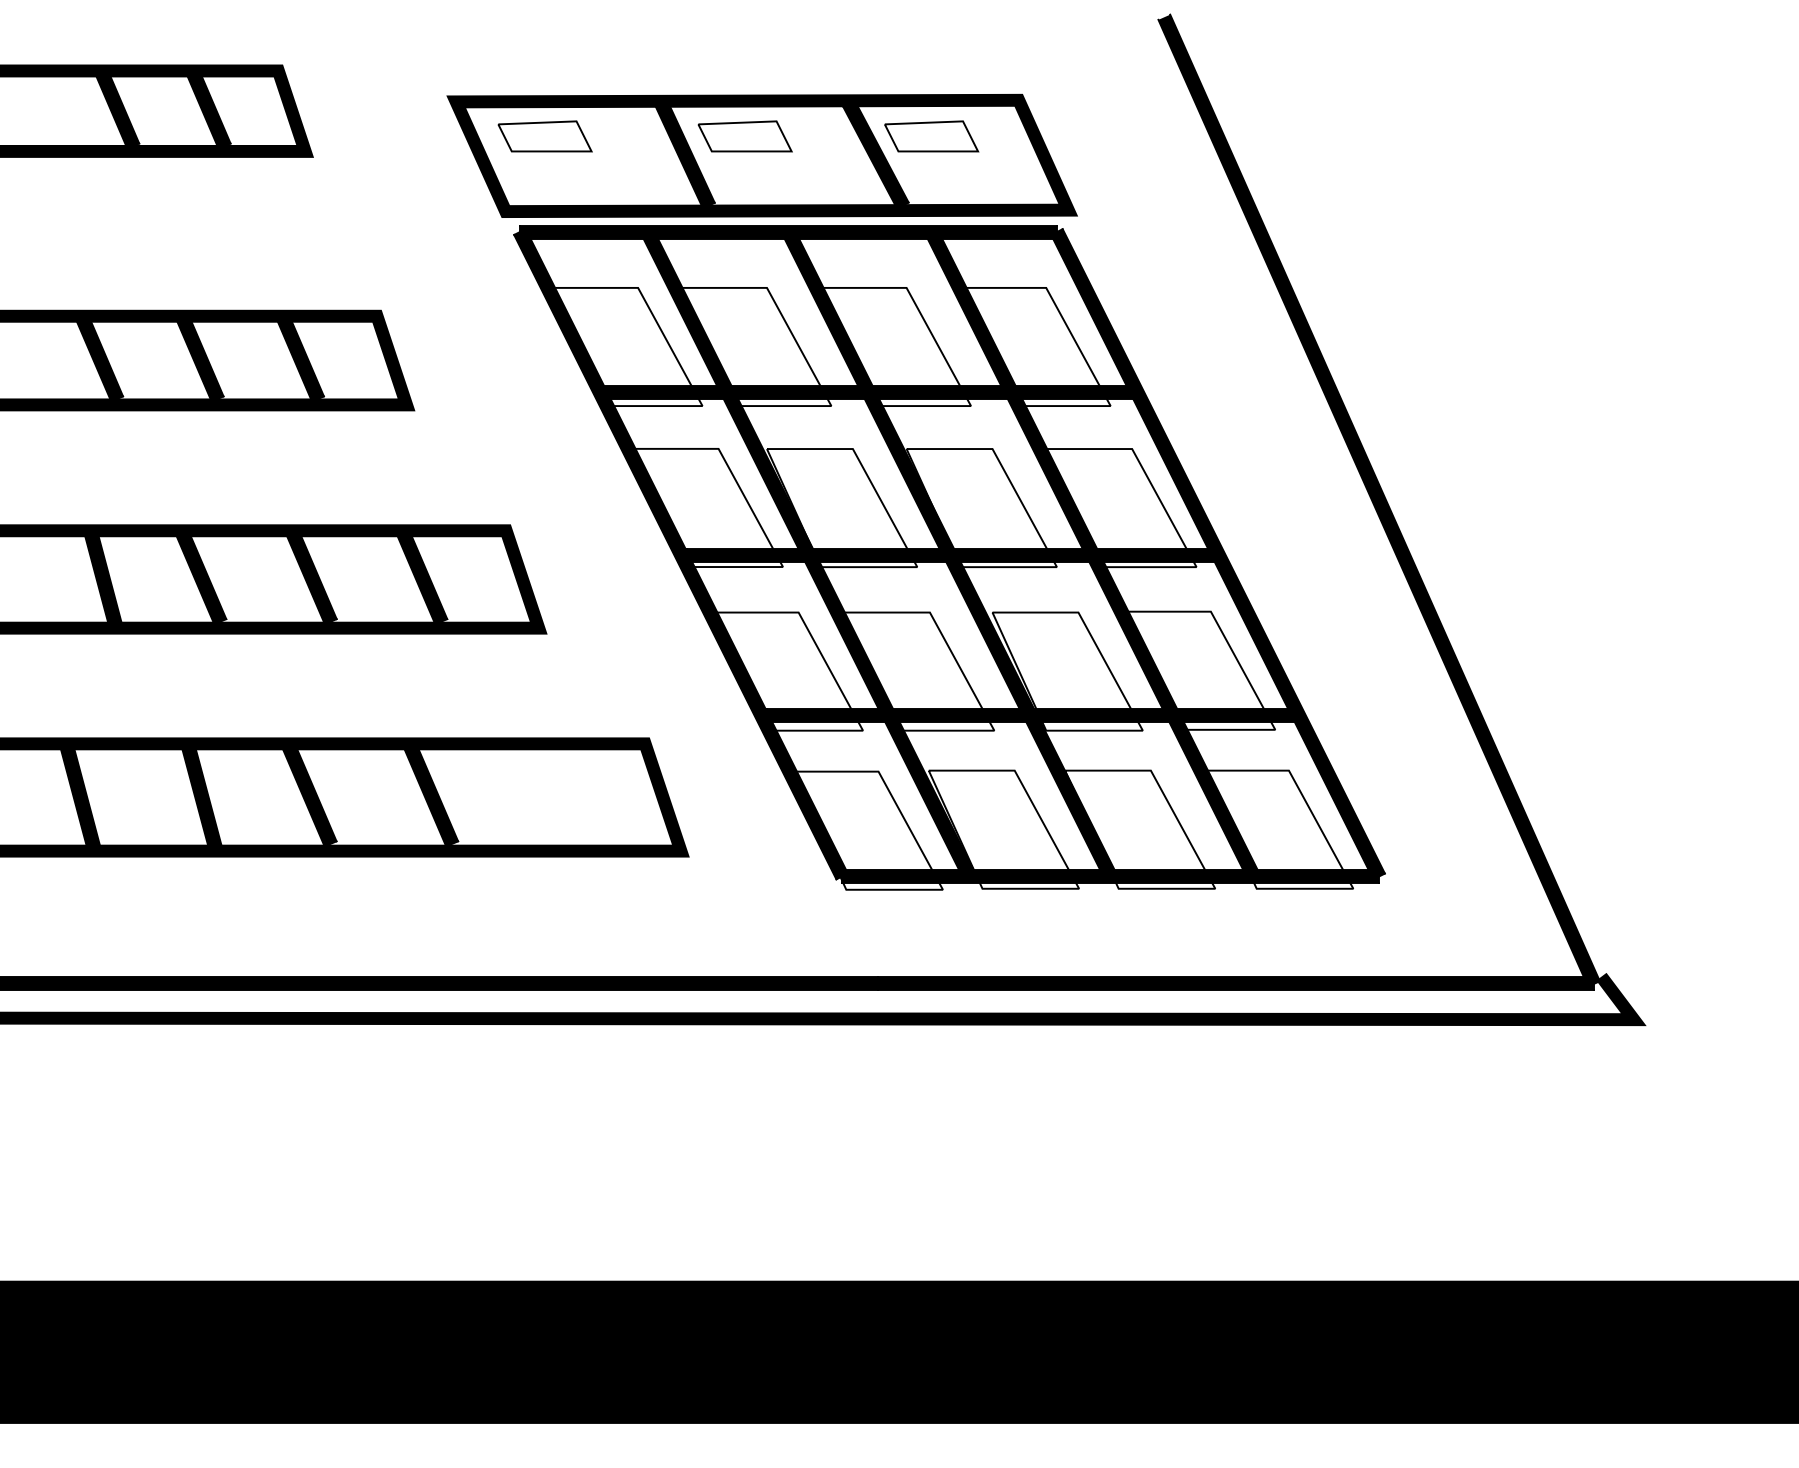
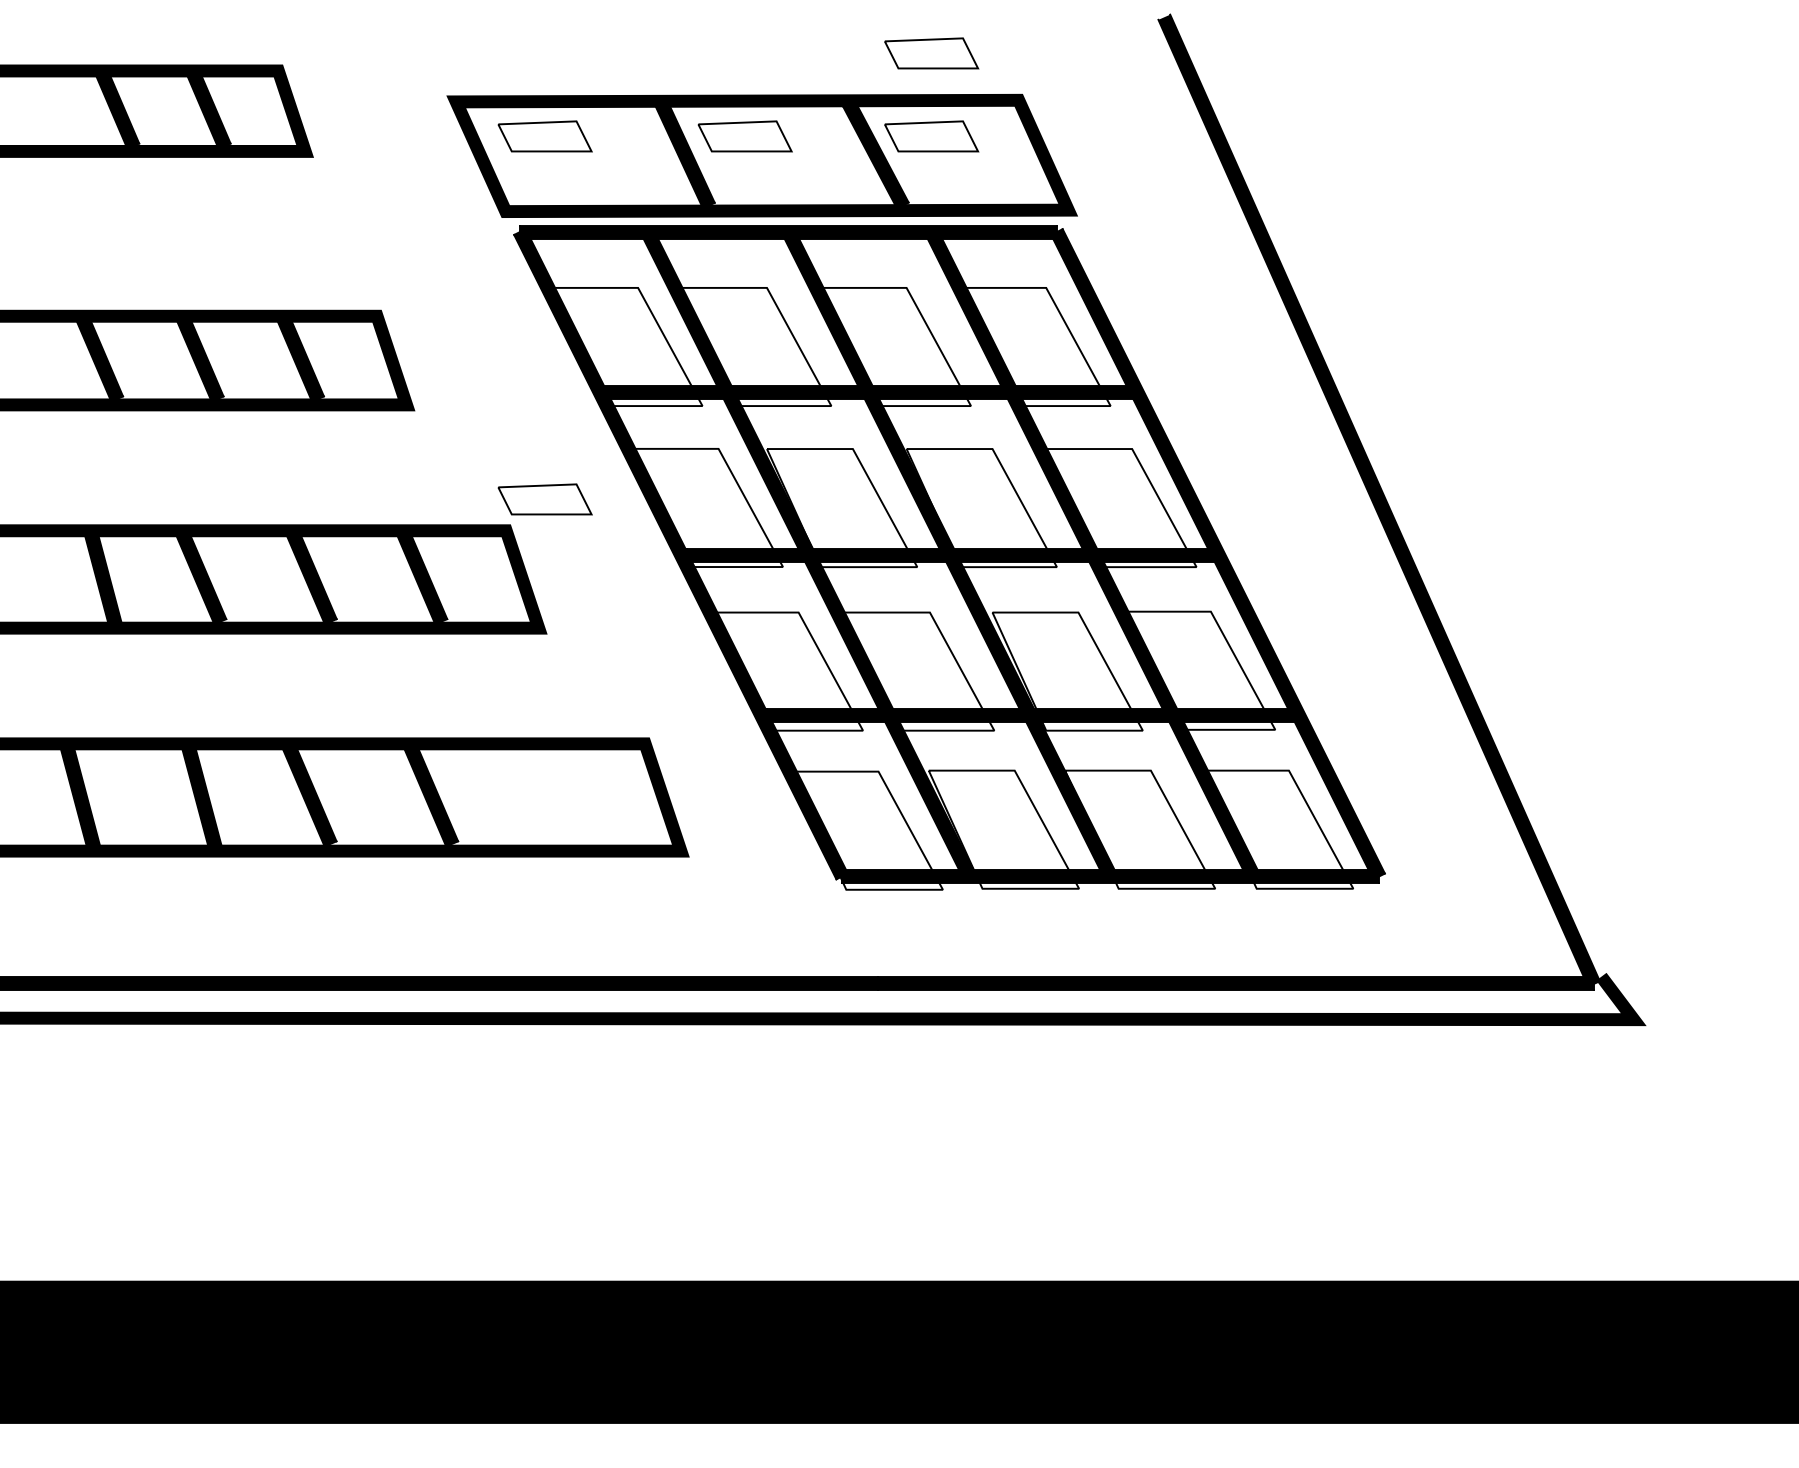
part at (931, 53): none -> present
part at (544, 499): none -> present
